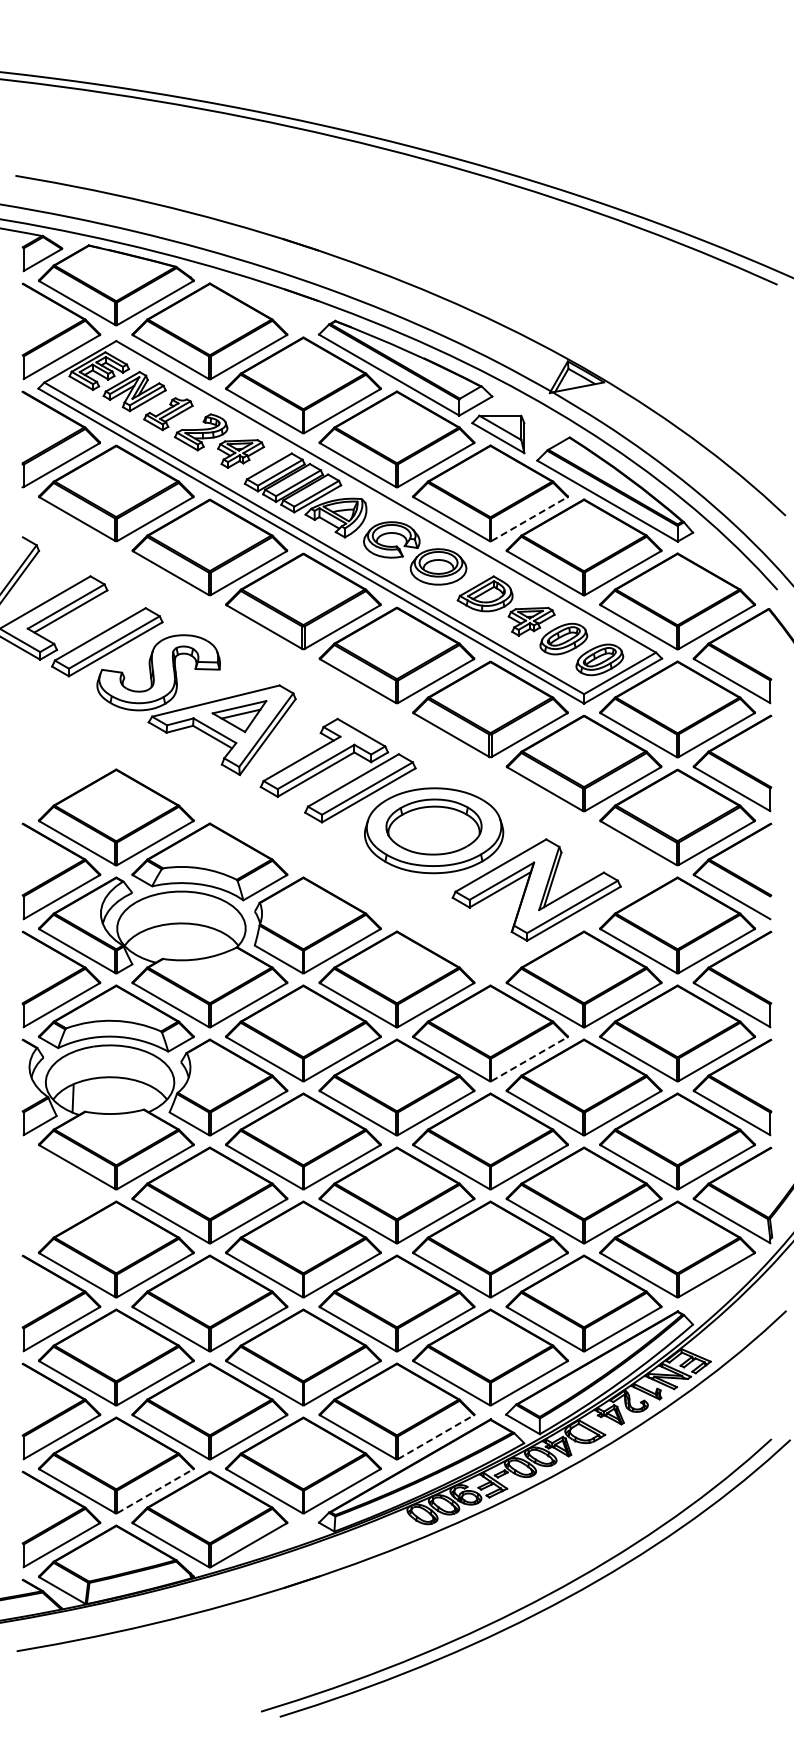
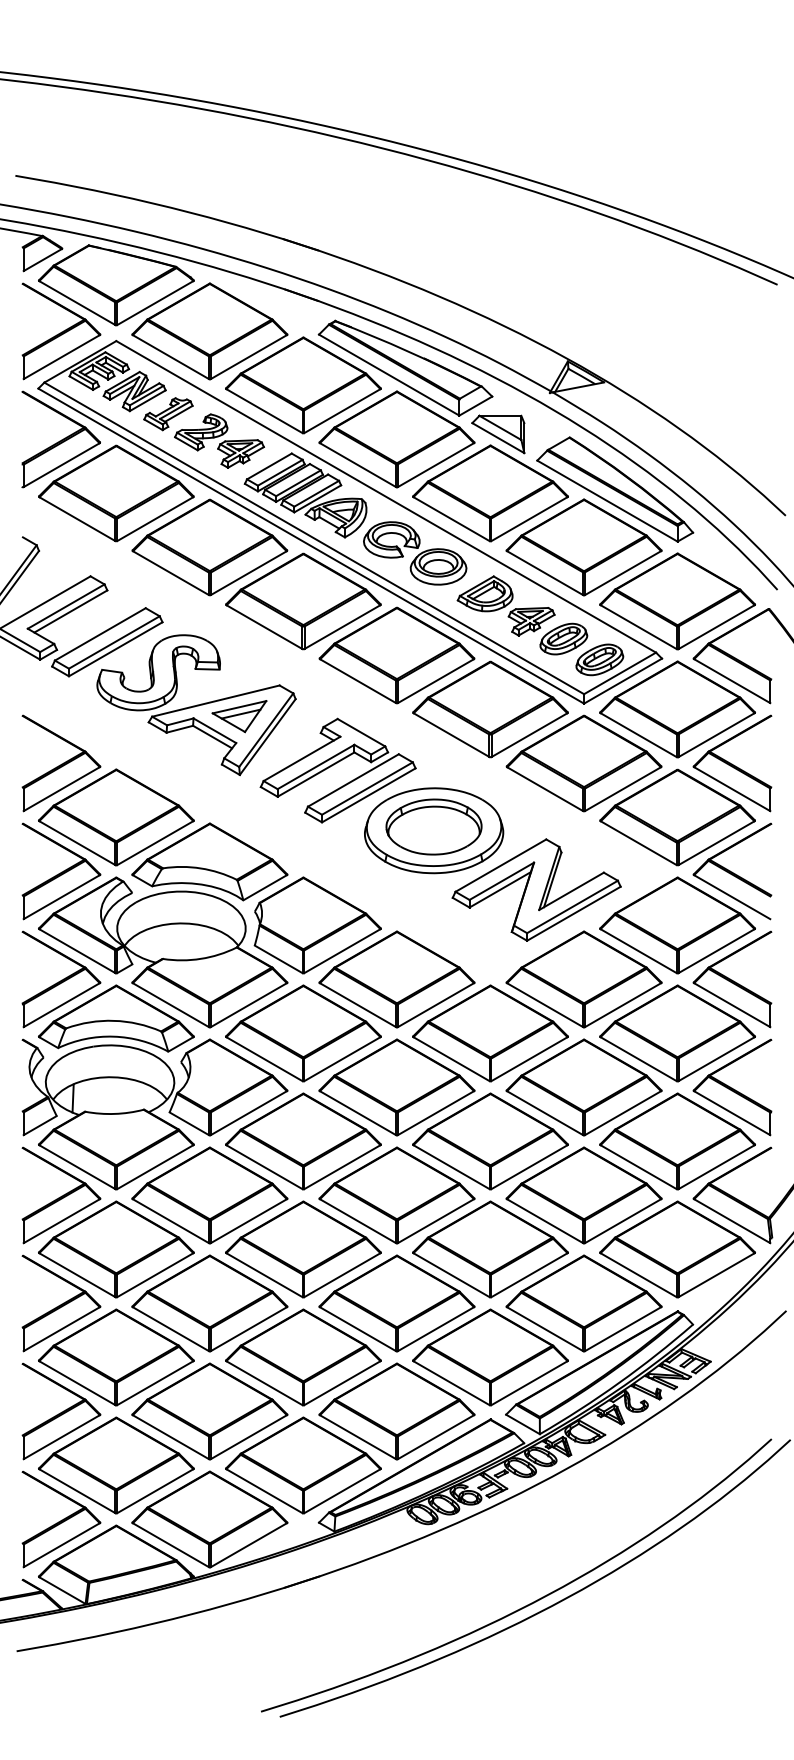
line at (529, 519): dashed -> solid
part at (61, 763): none -> present
line at (529, 1059): dashed -> solid
part at (61, 1195): none -> present
line at (435, 1437): dashed -> solid
line at (155, 1491): dashed -> solid
